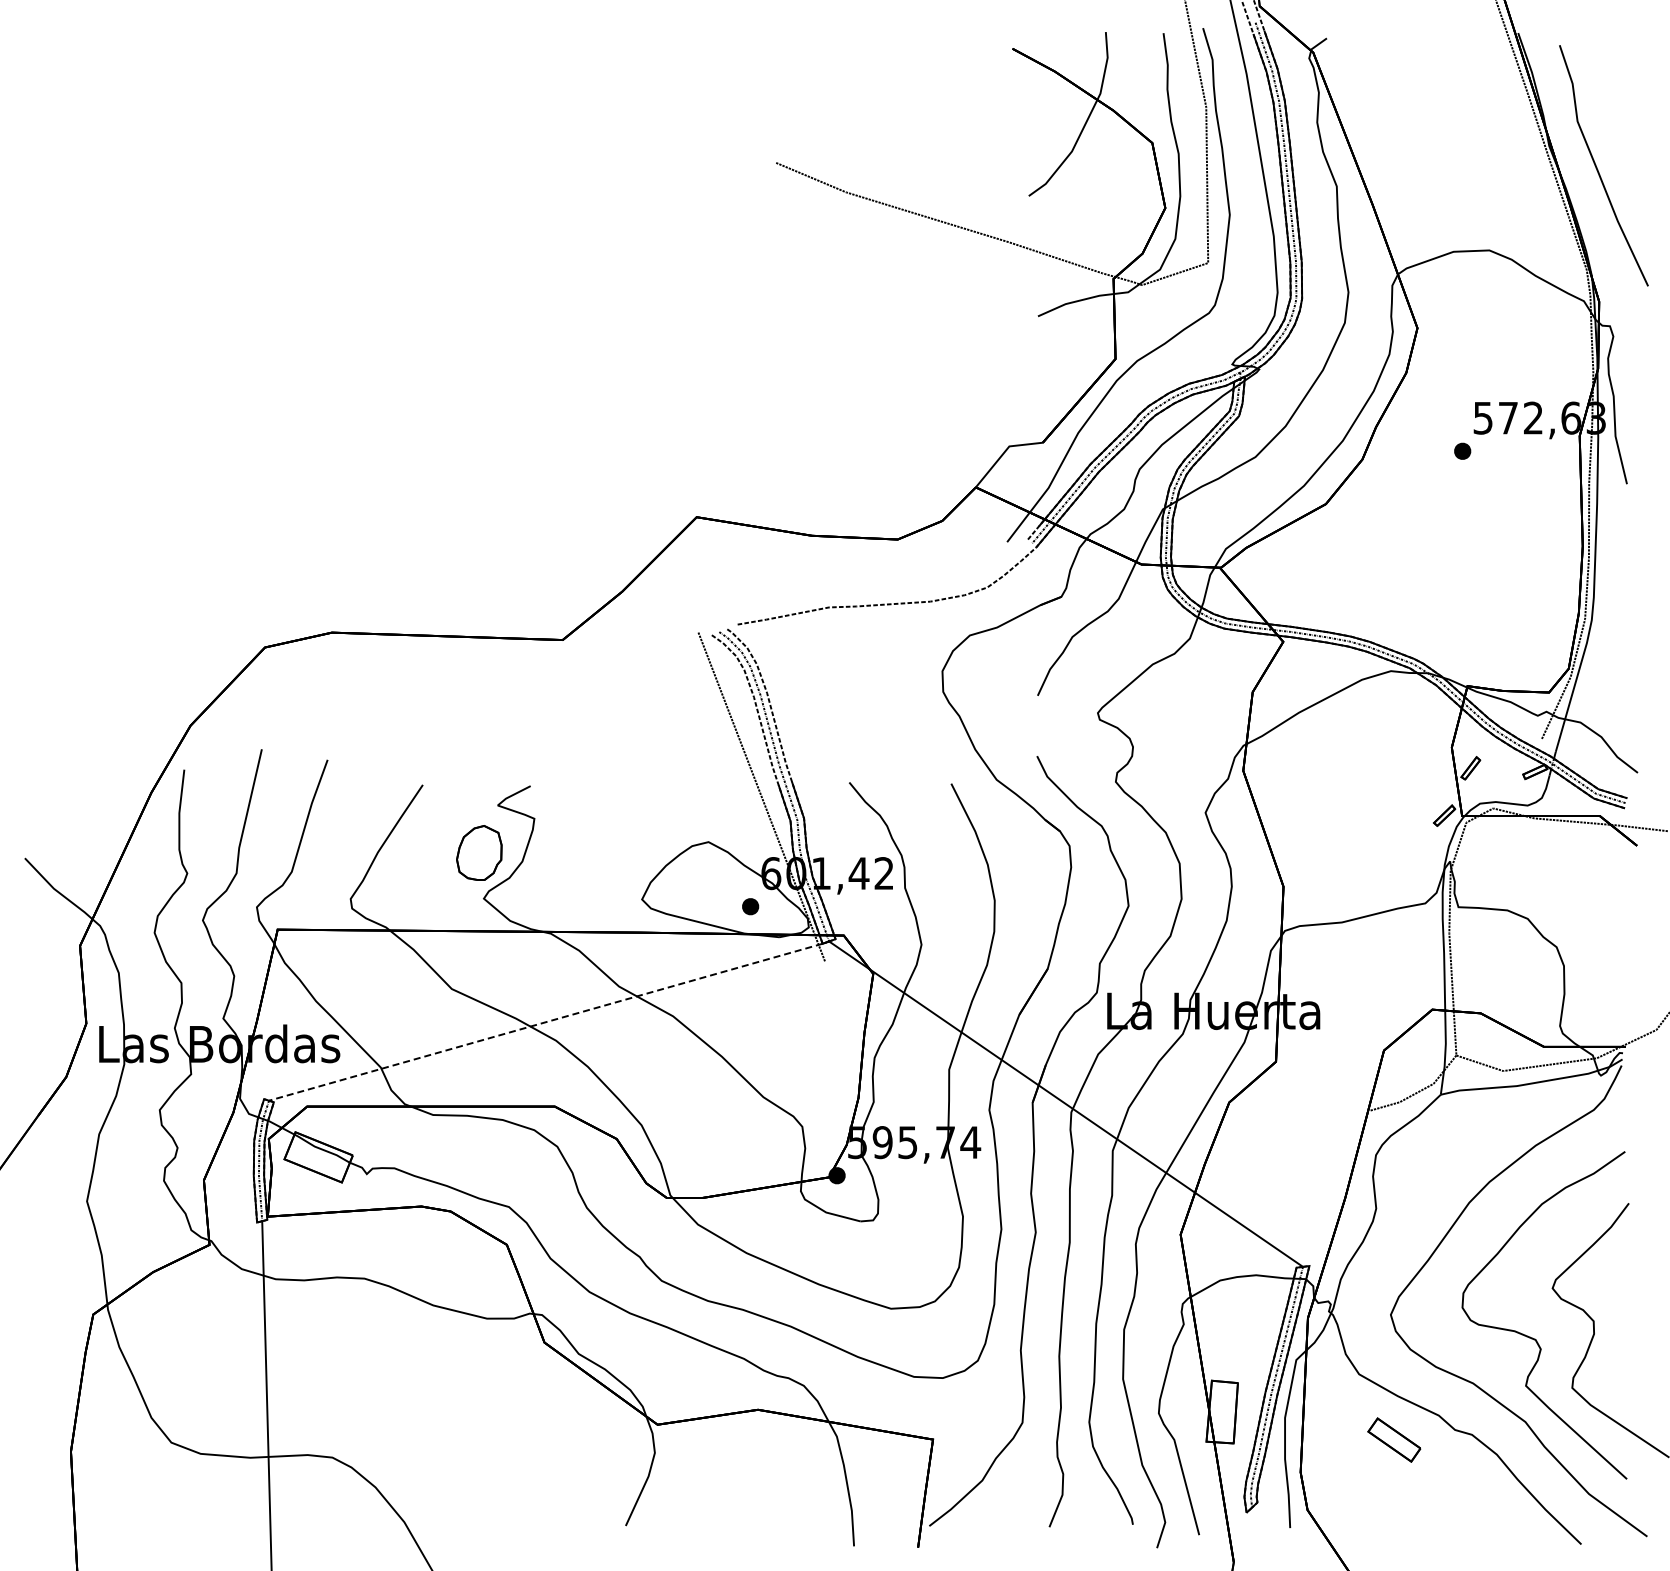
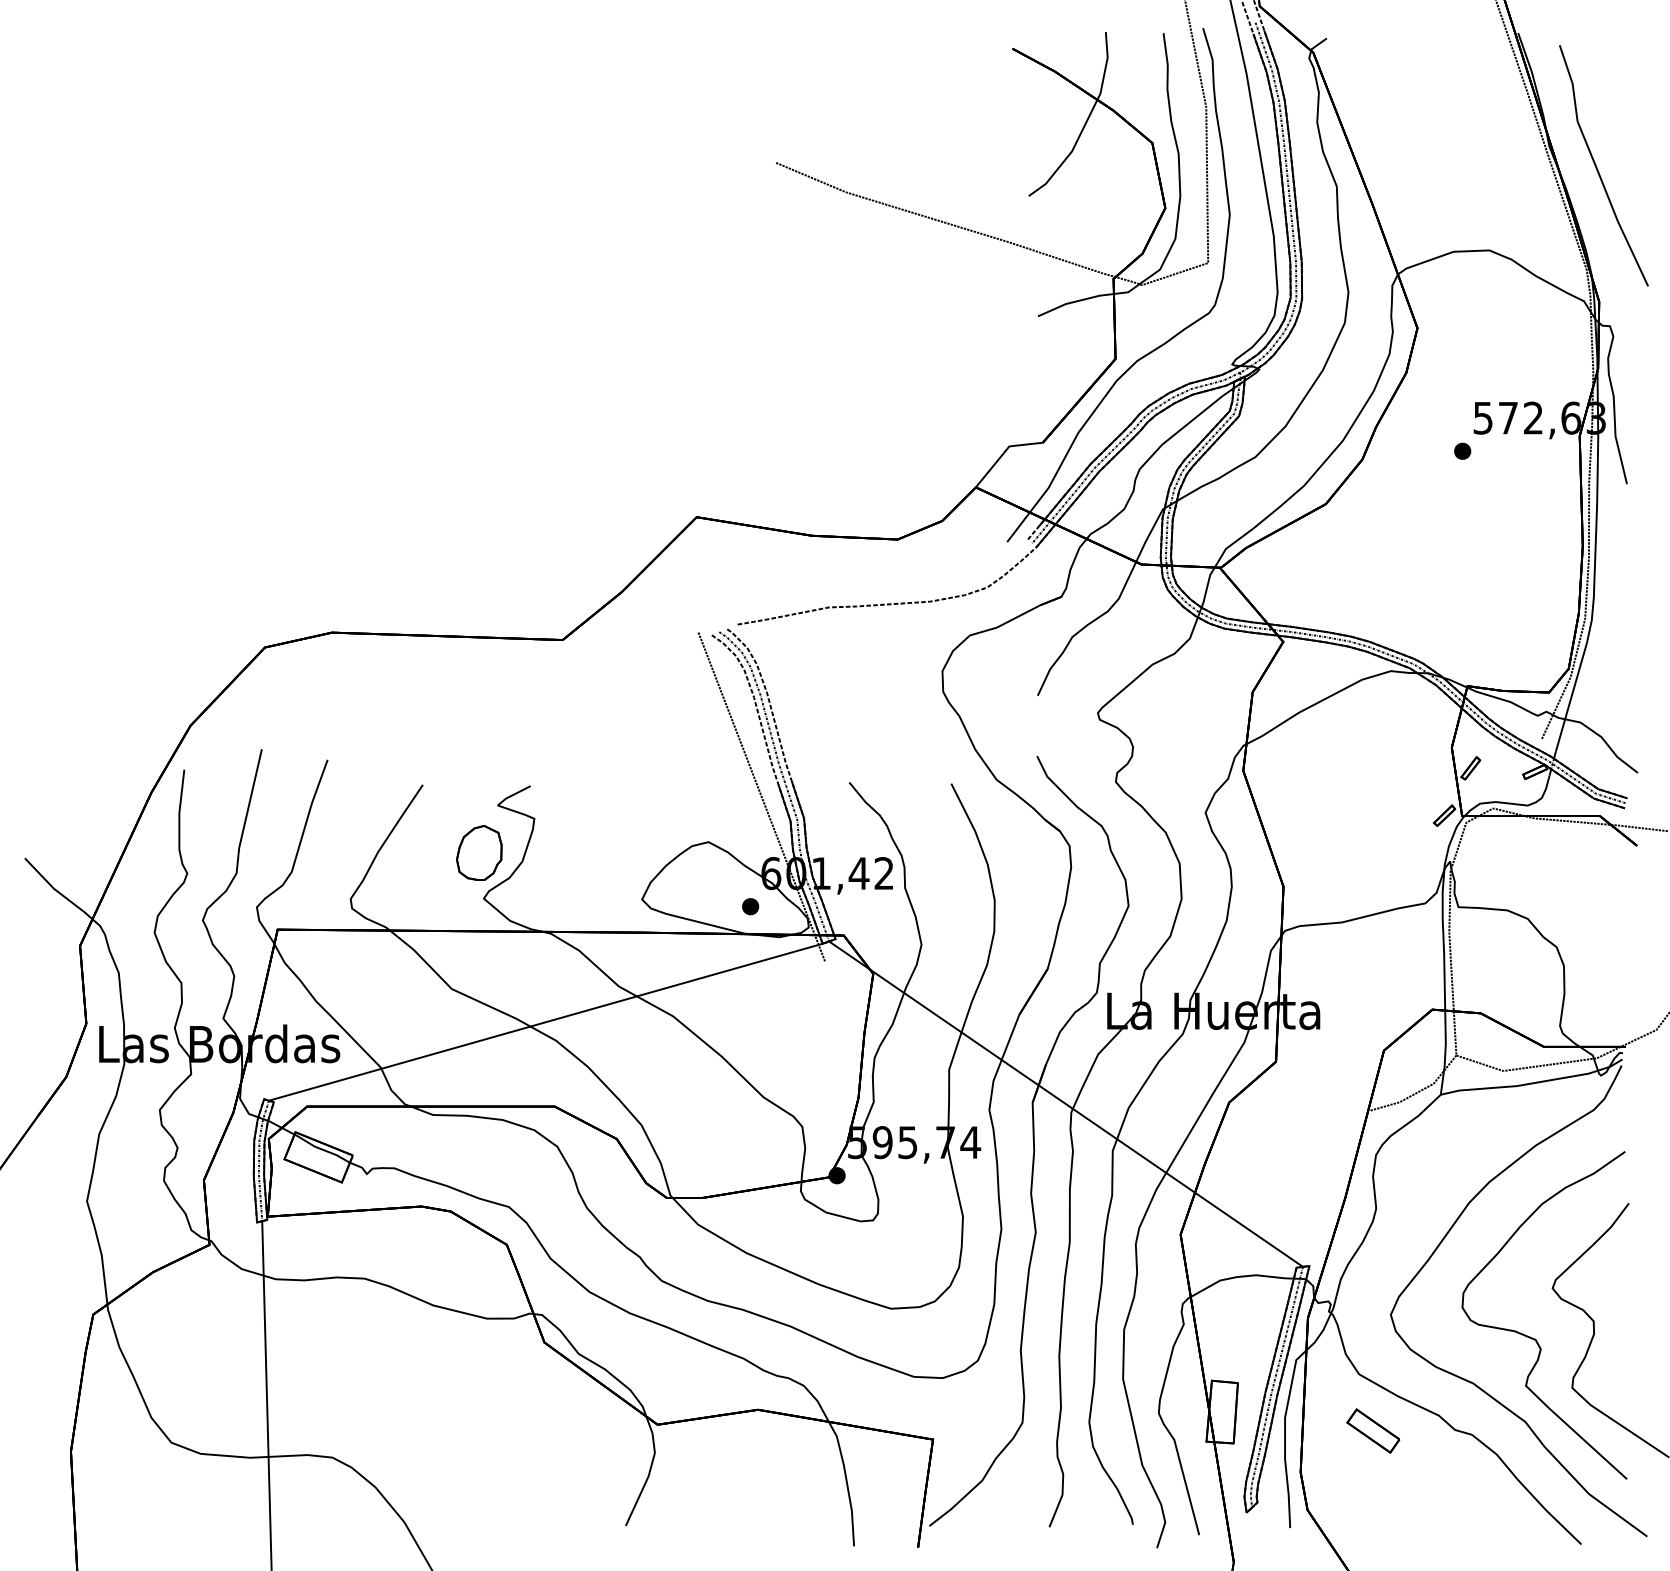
line at (545, 1022): dashed -> solid
part at (1394, 1439) position: (1394, 1439) -> (1373, 1430)
